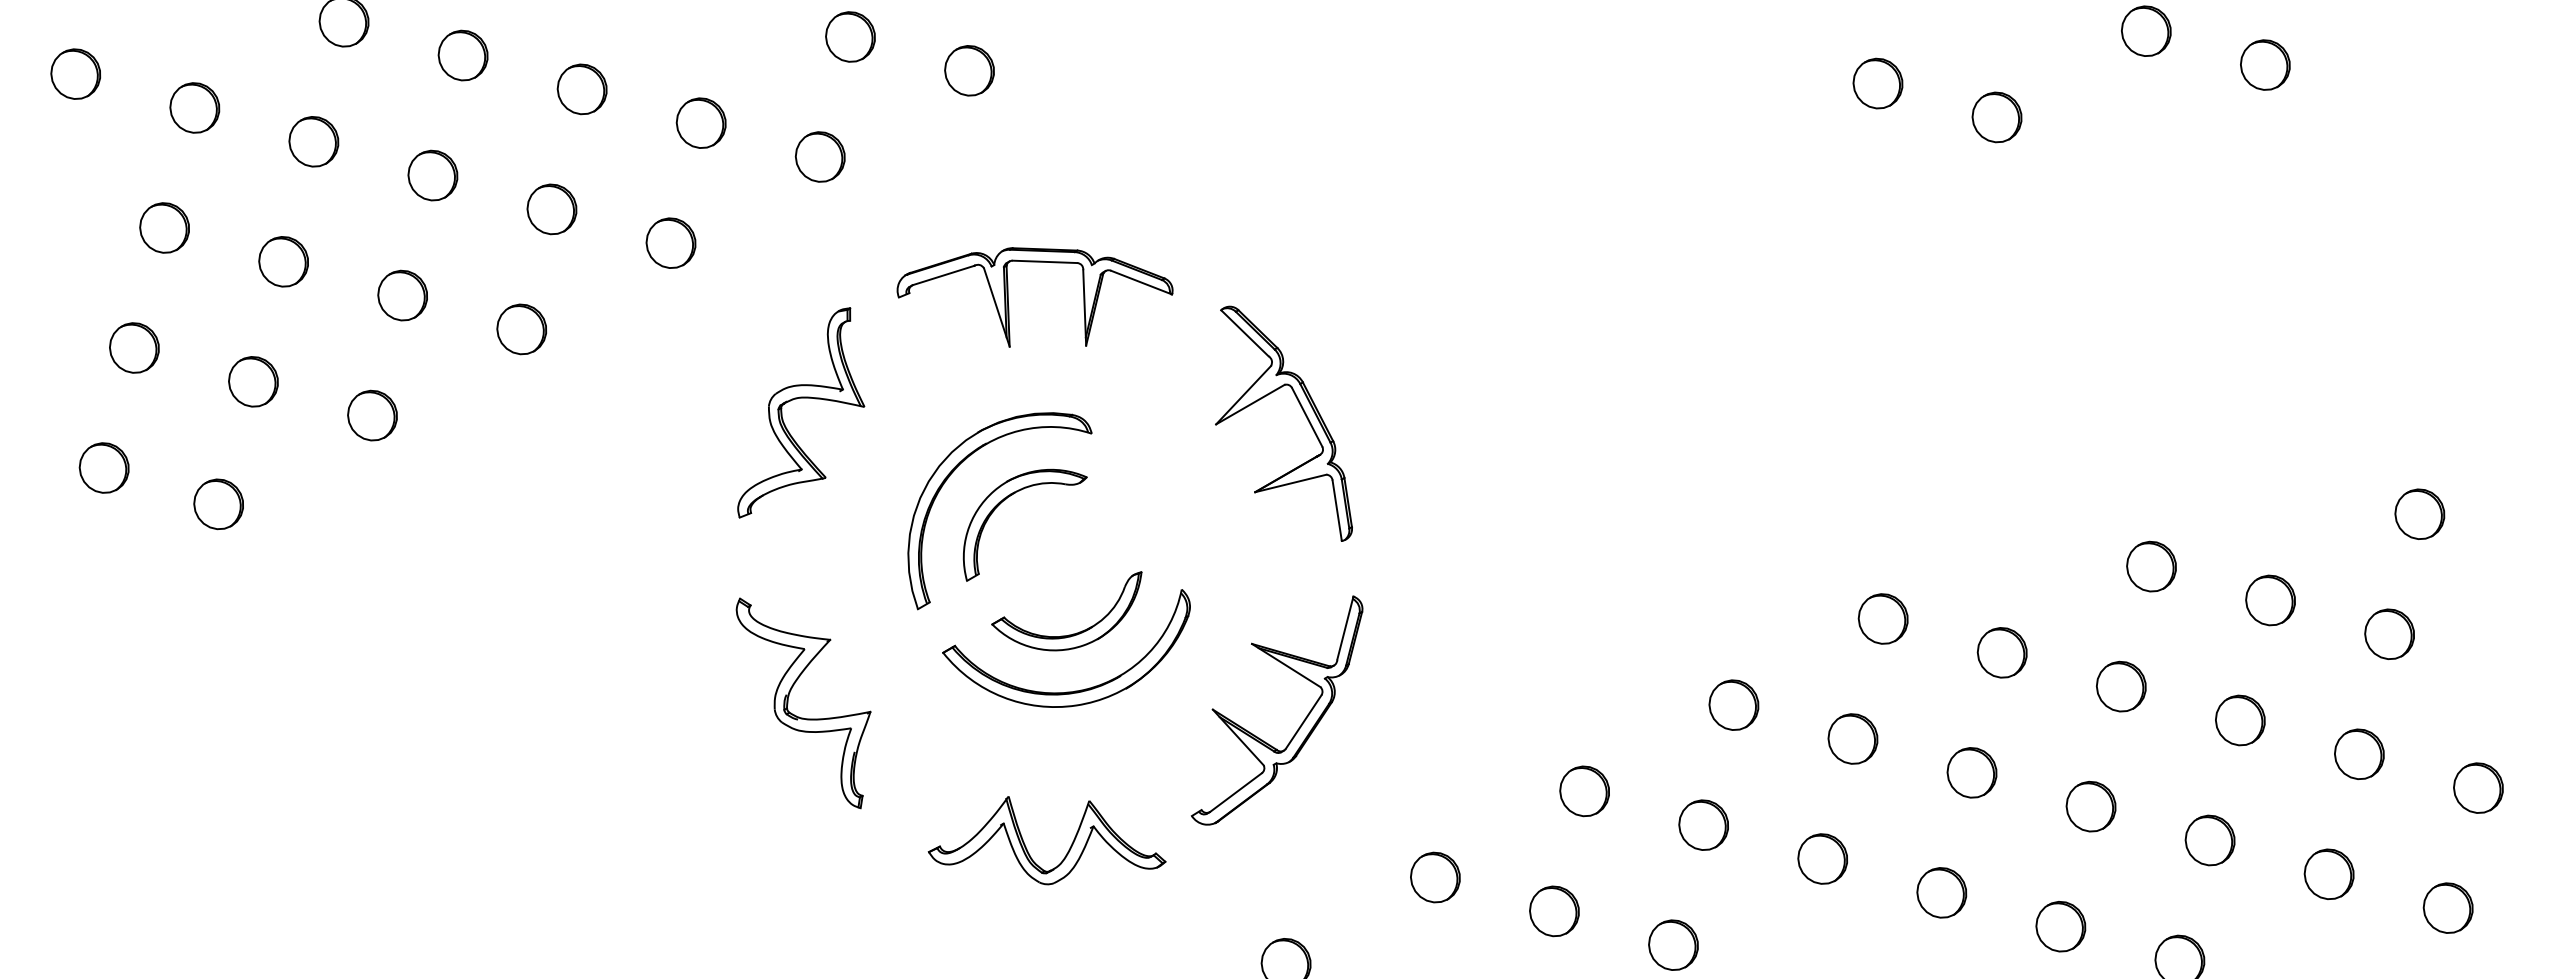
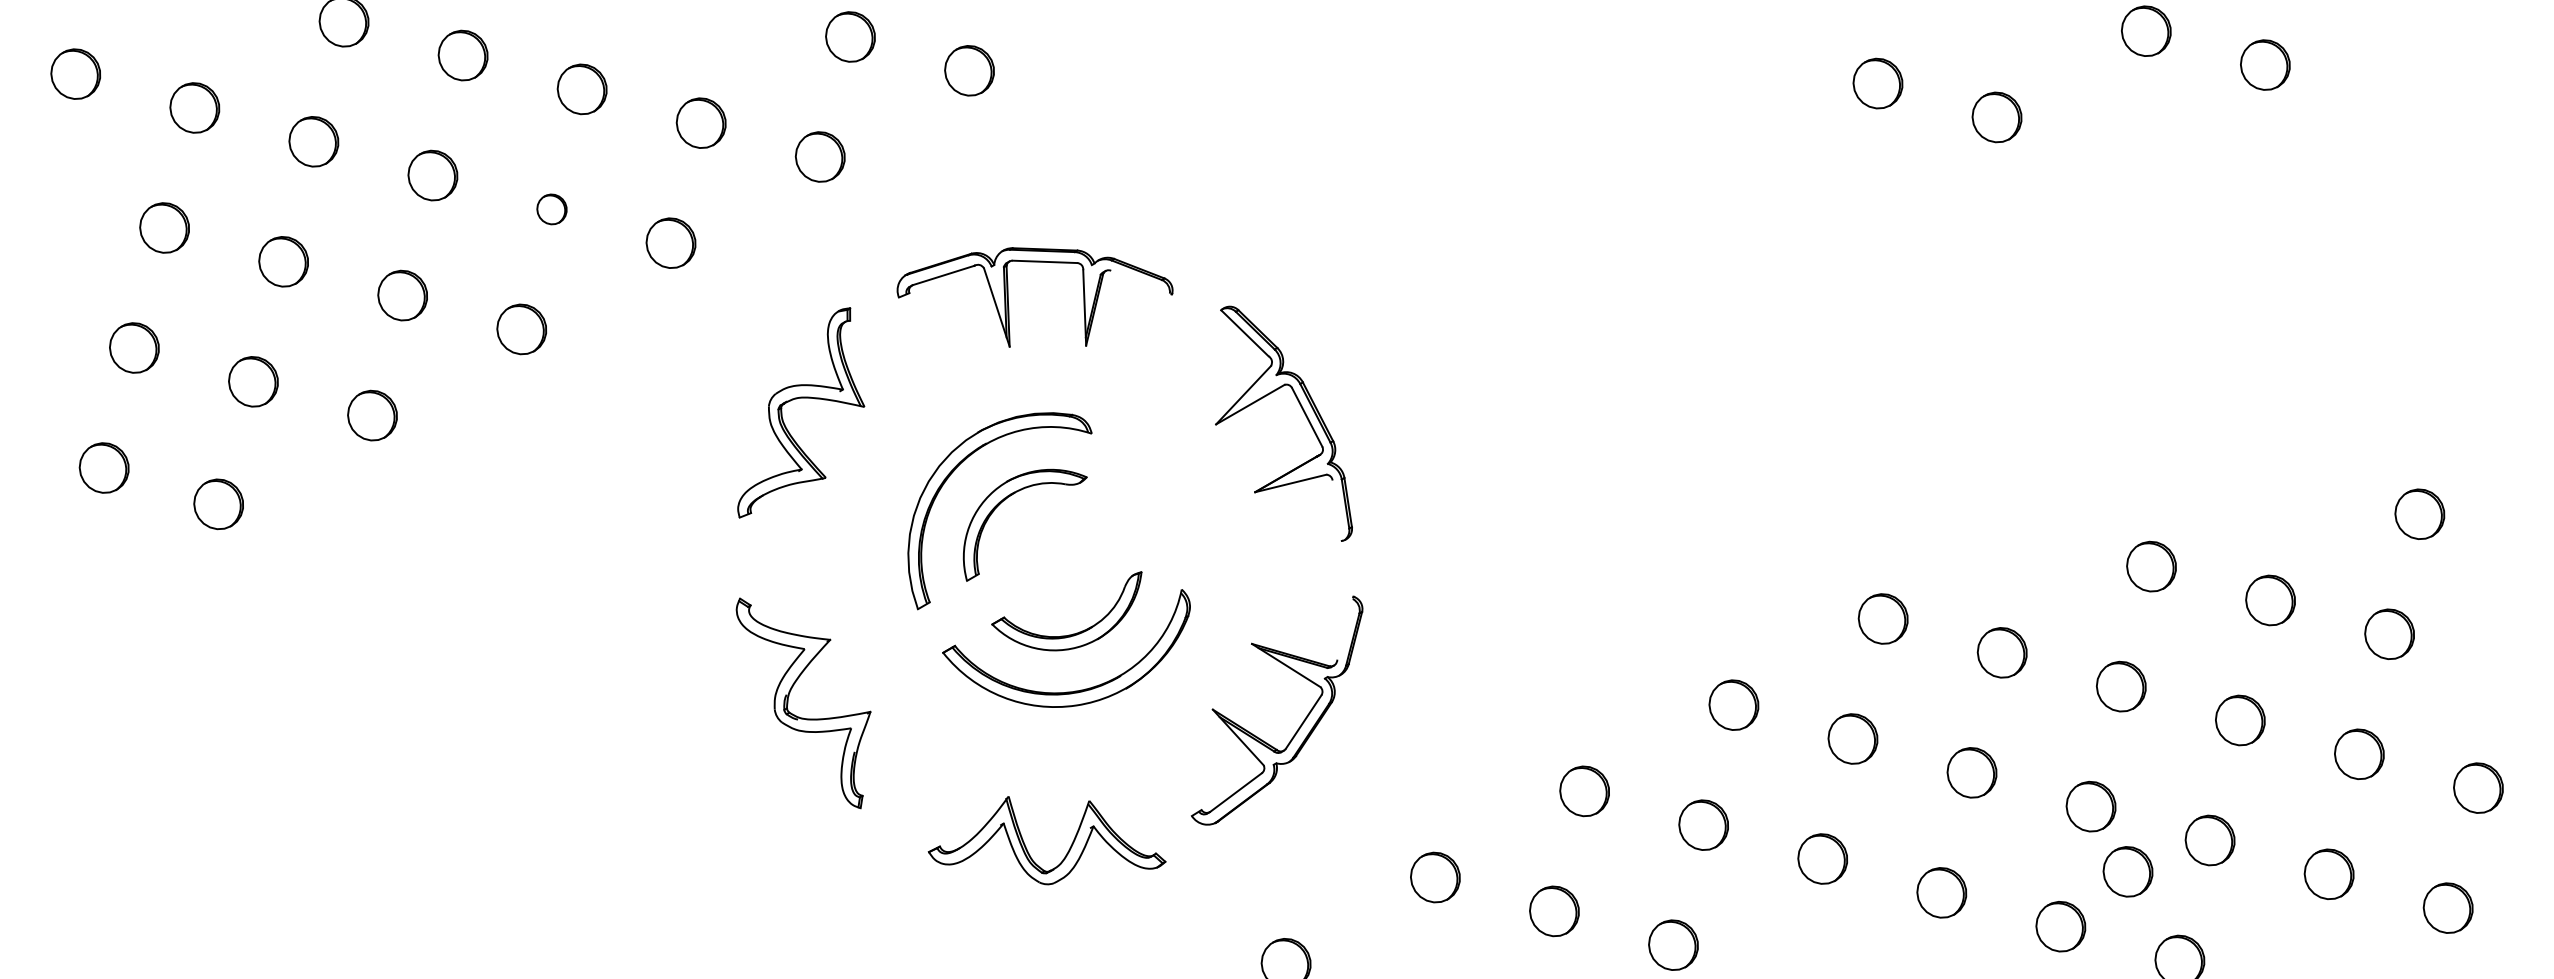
part at (551, 209) size: 52x53 px -> 32x33 px
line at (1141, 282): present -> none
line at (1336, 510): present -> none
line at (1345, 627): present -> none
part at (2127, 871): none -> present
